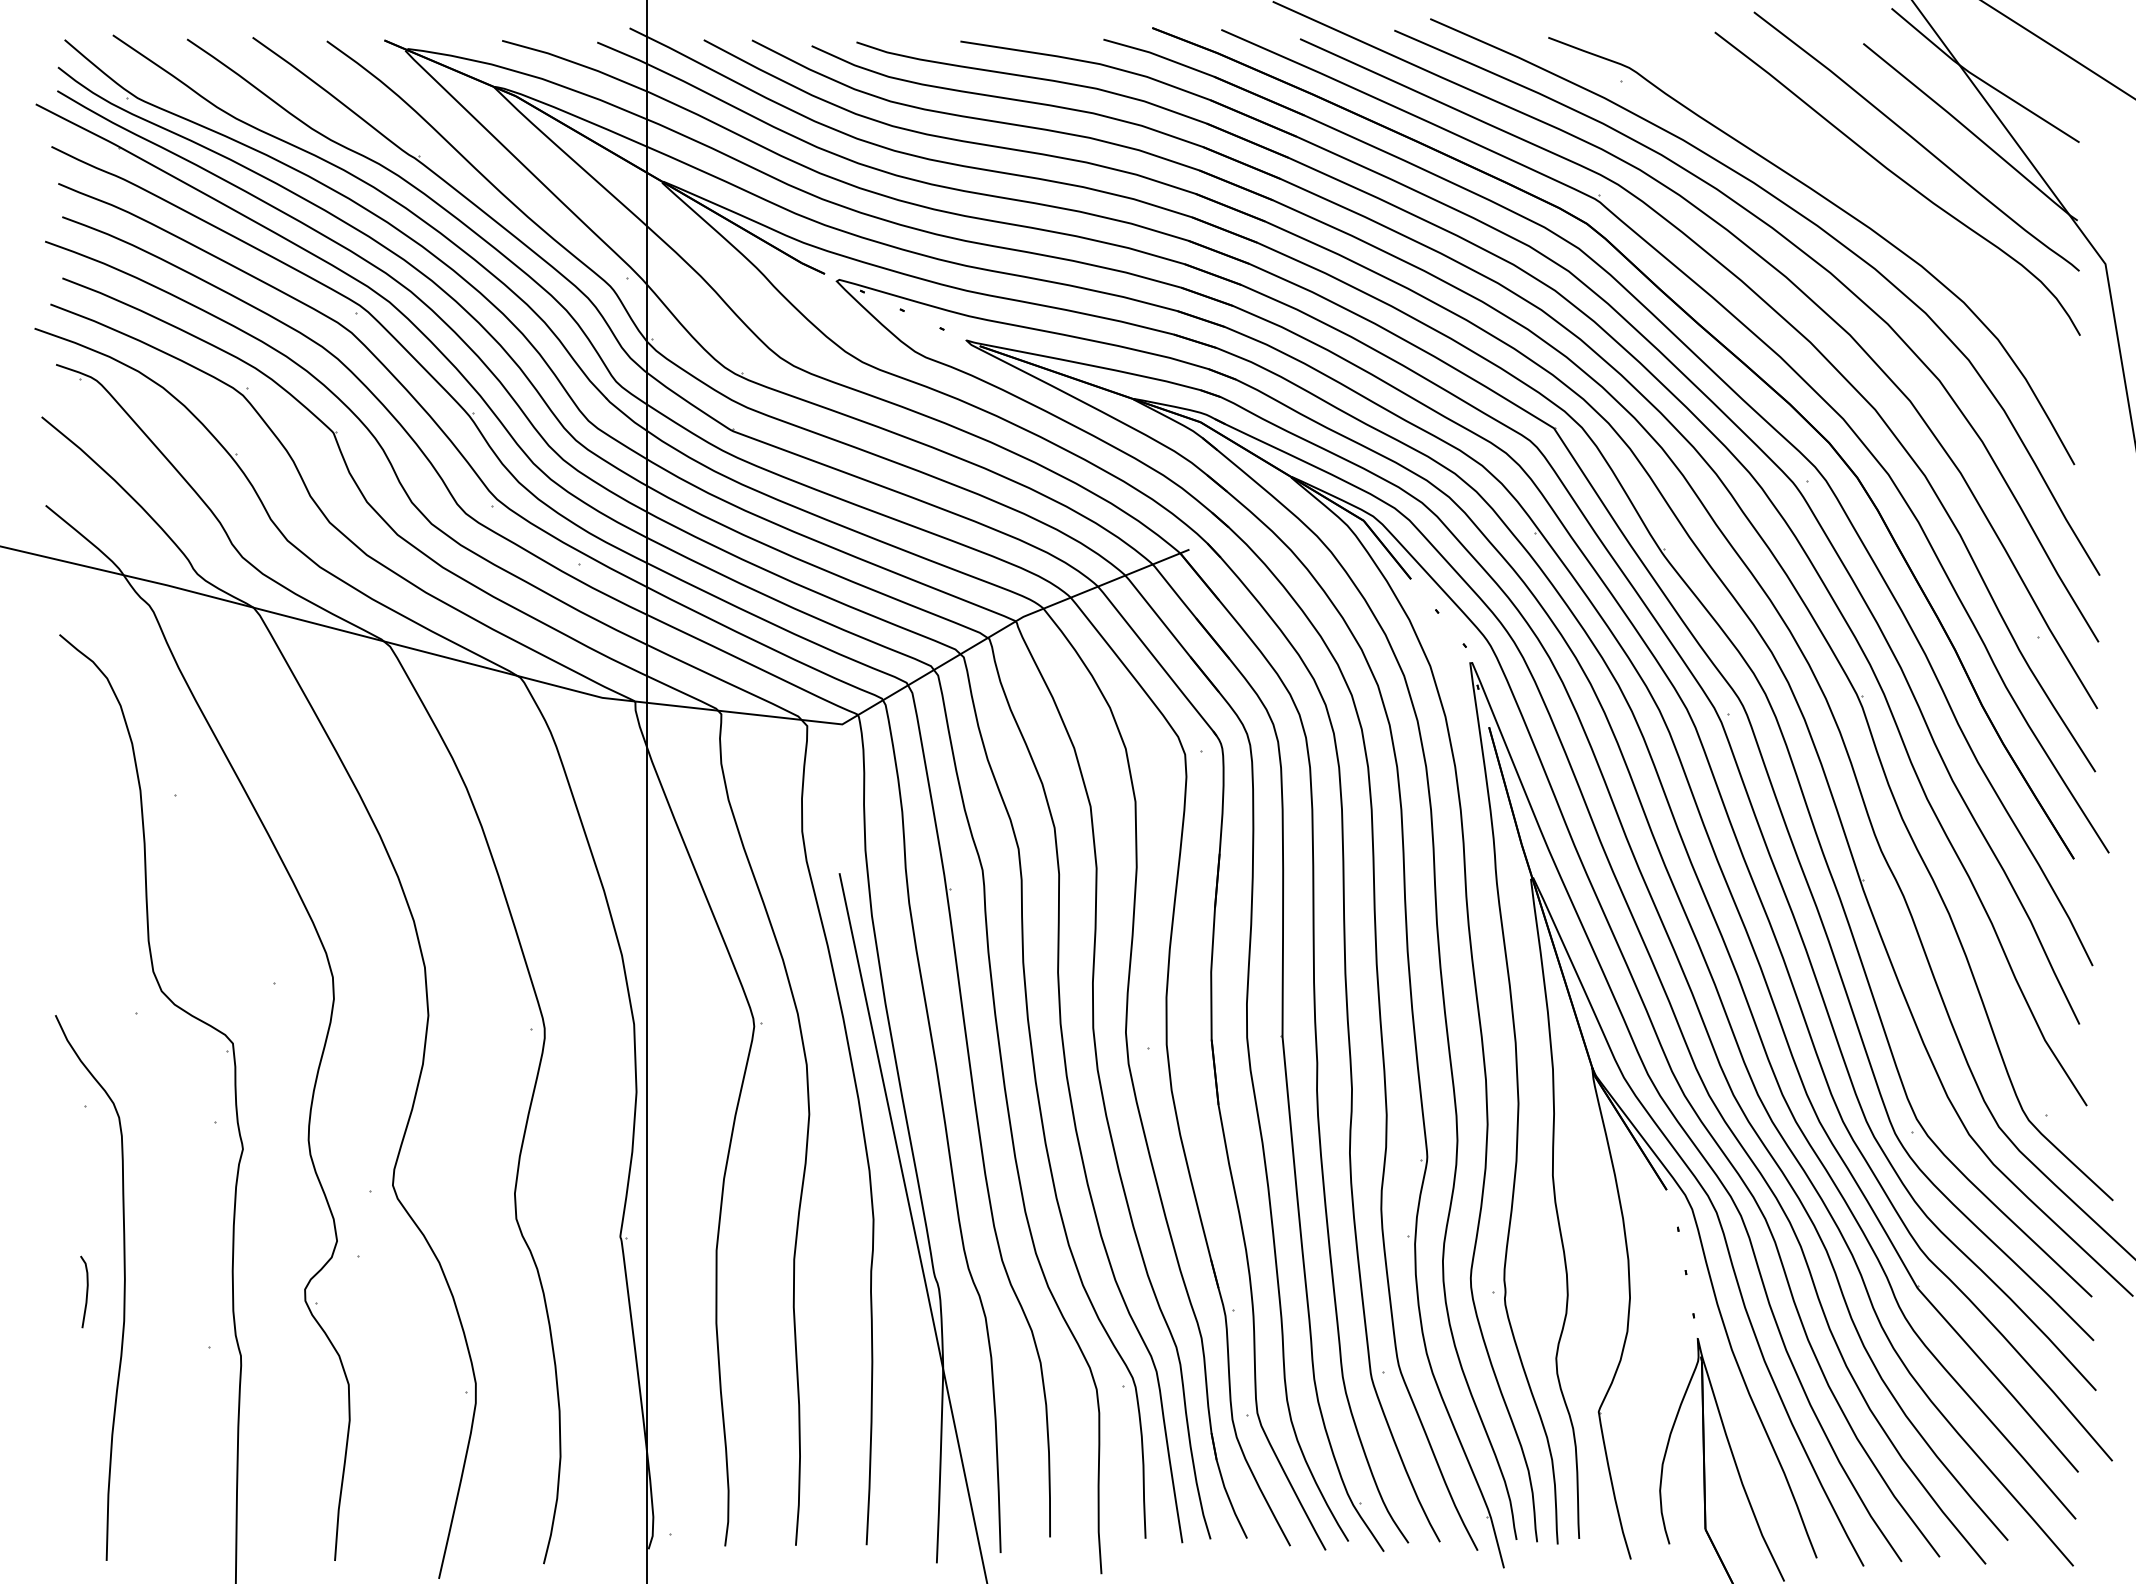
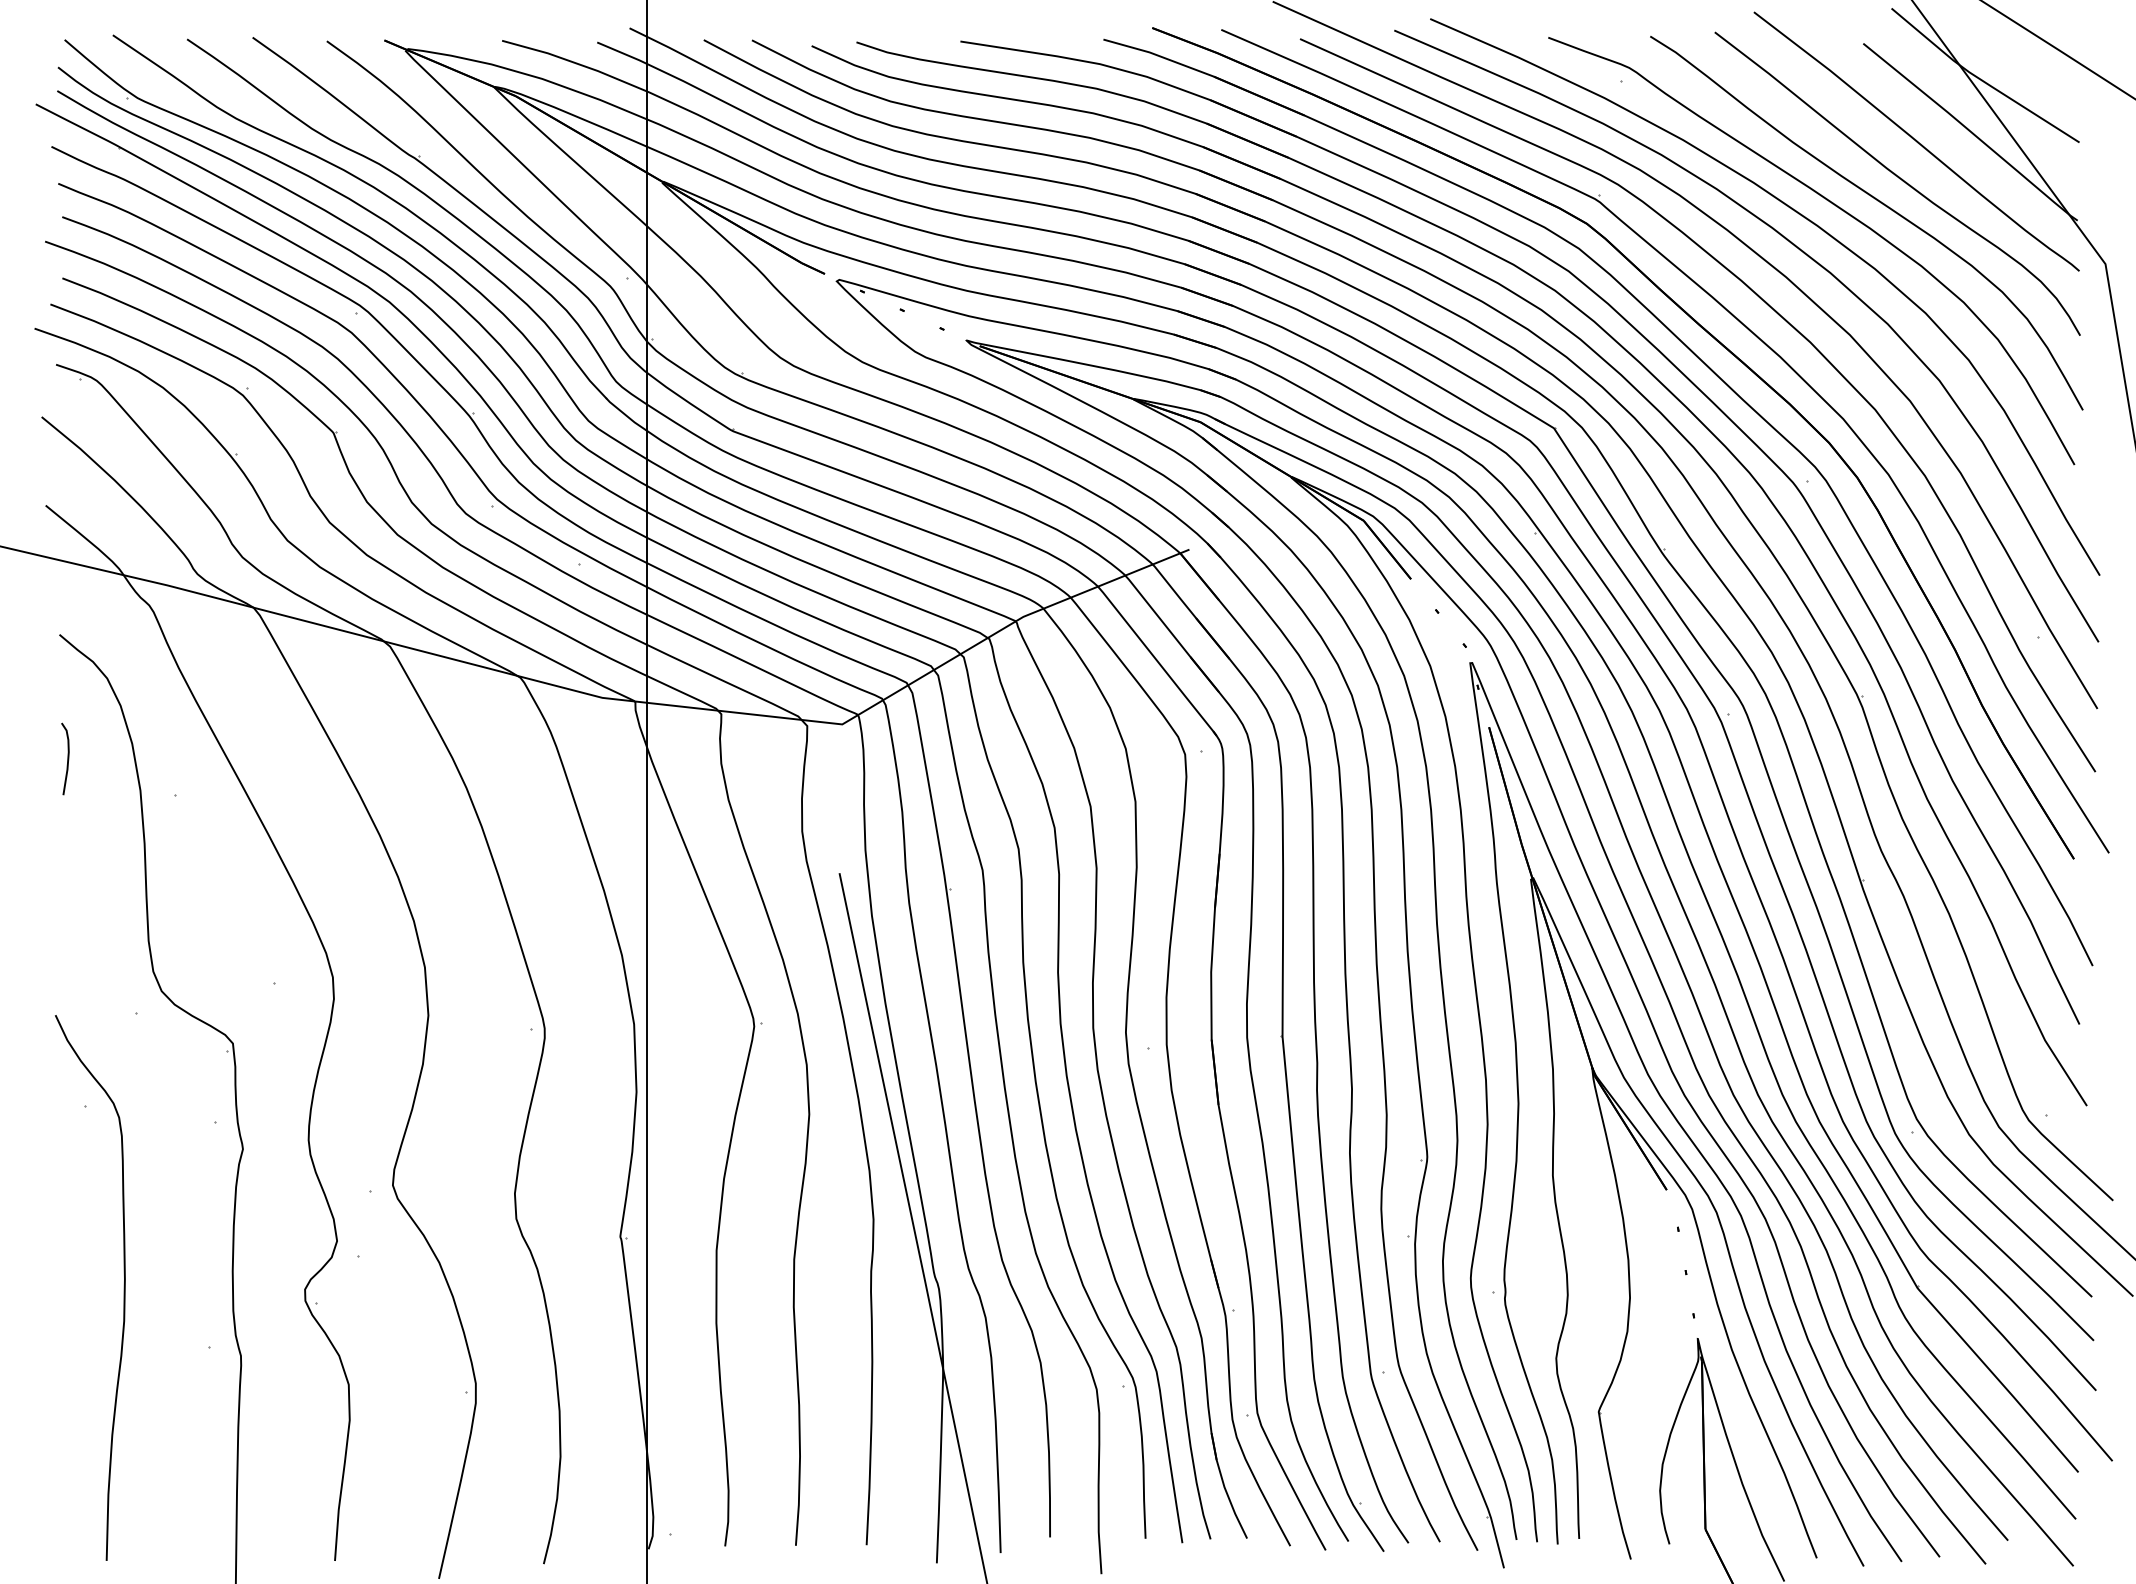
curve at (1880, 203): none -> present
curve at (86, 1291) position: (86, 1291) -> (67, 758)
